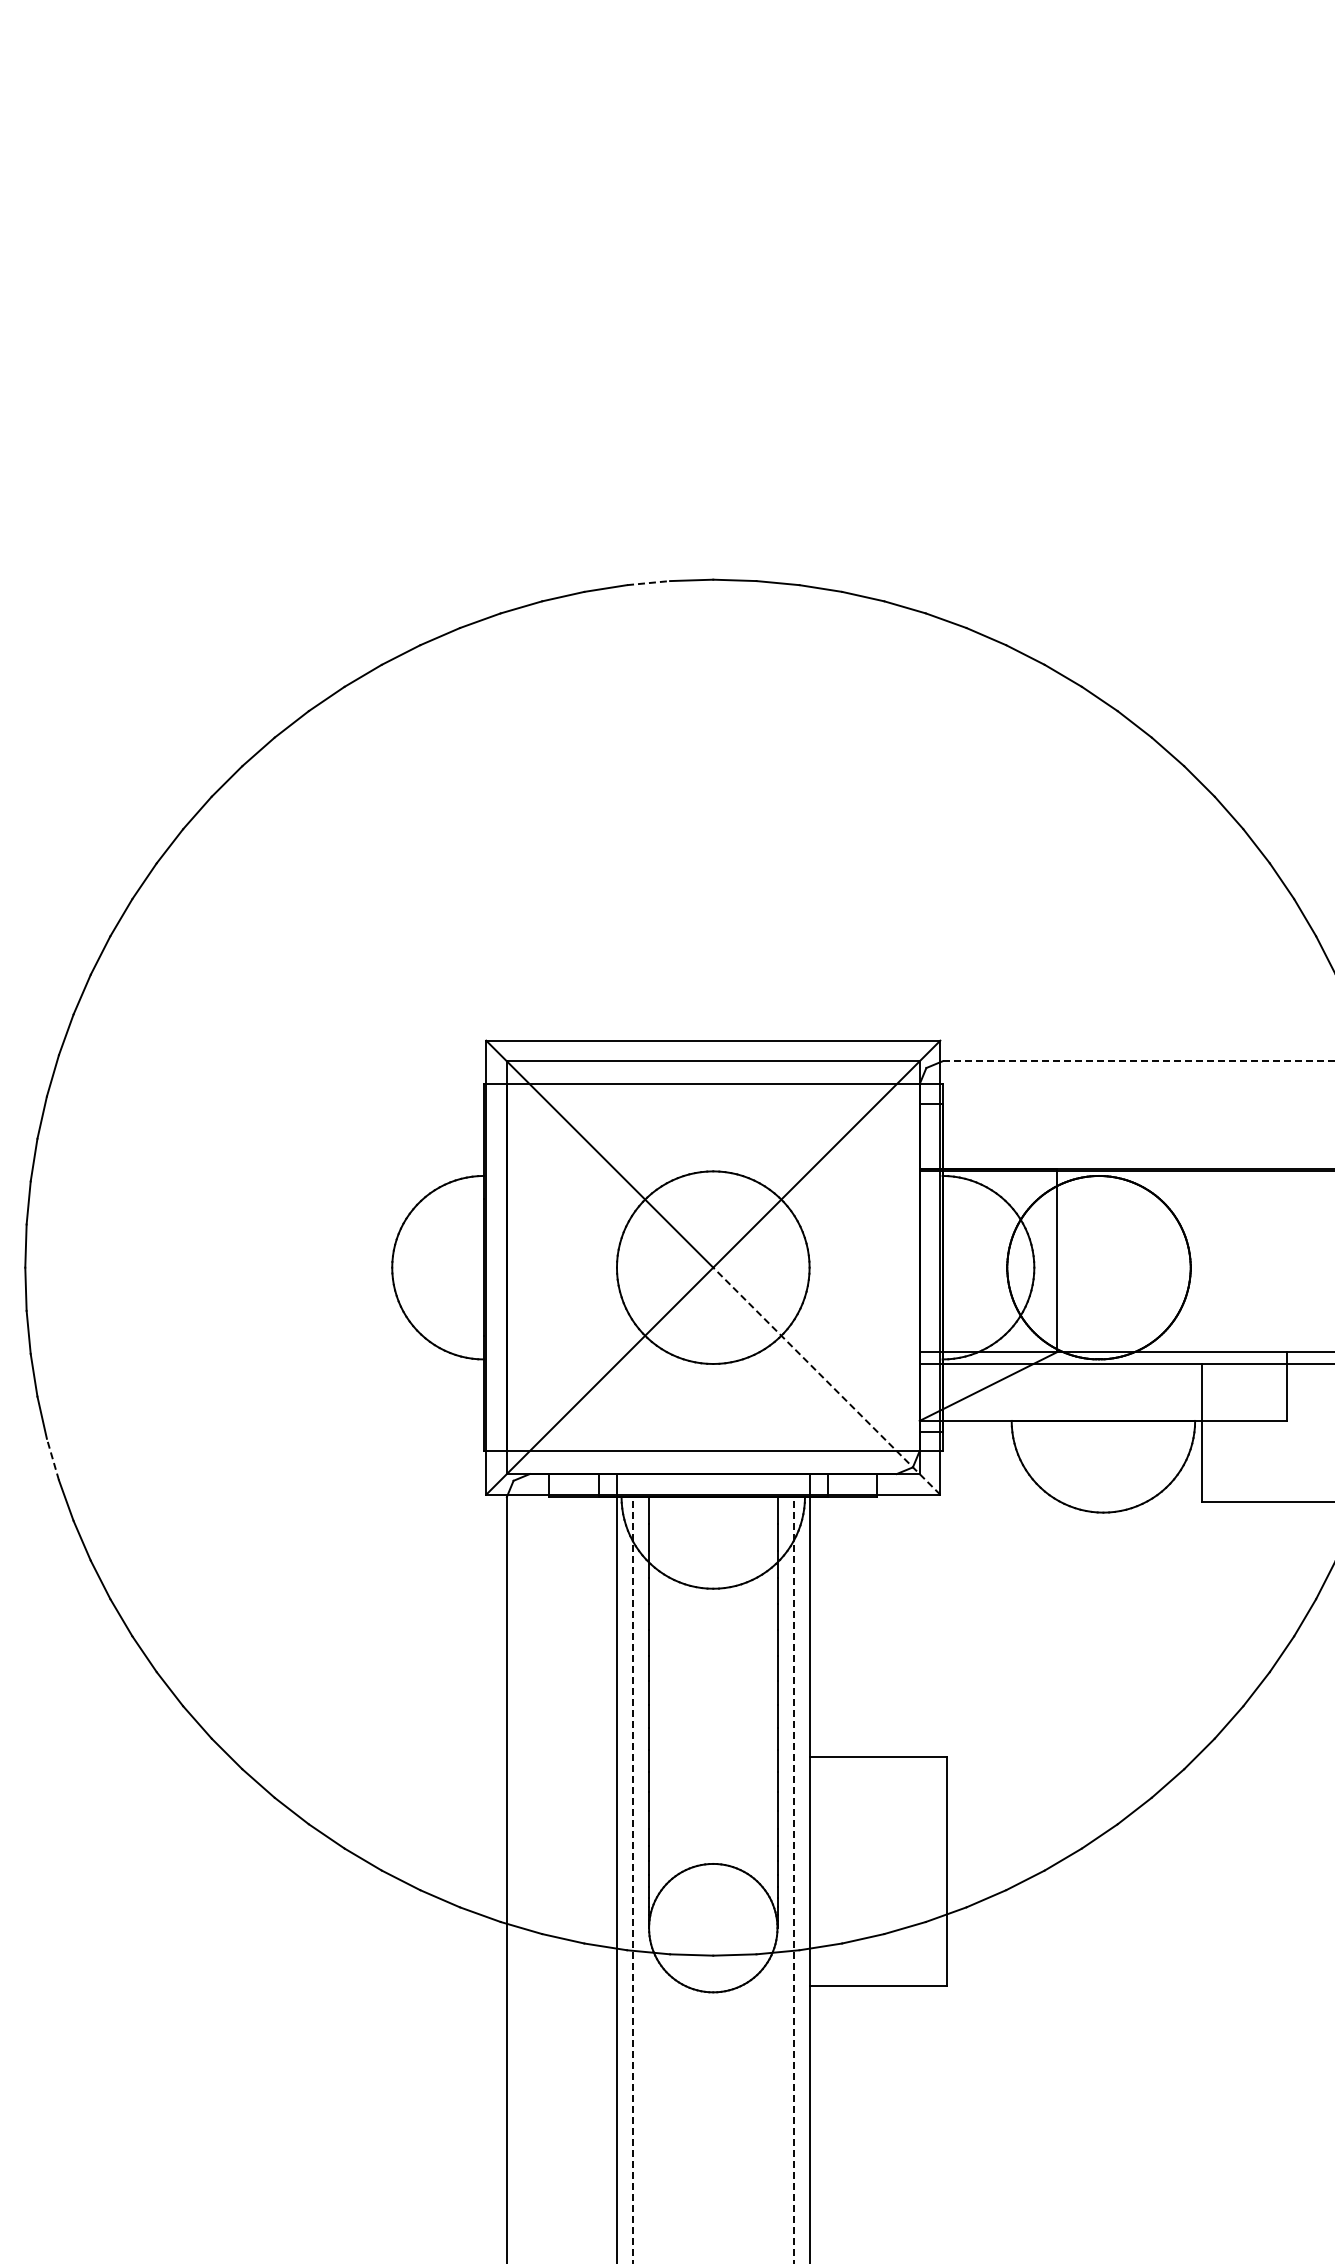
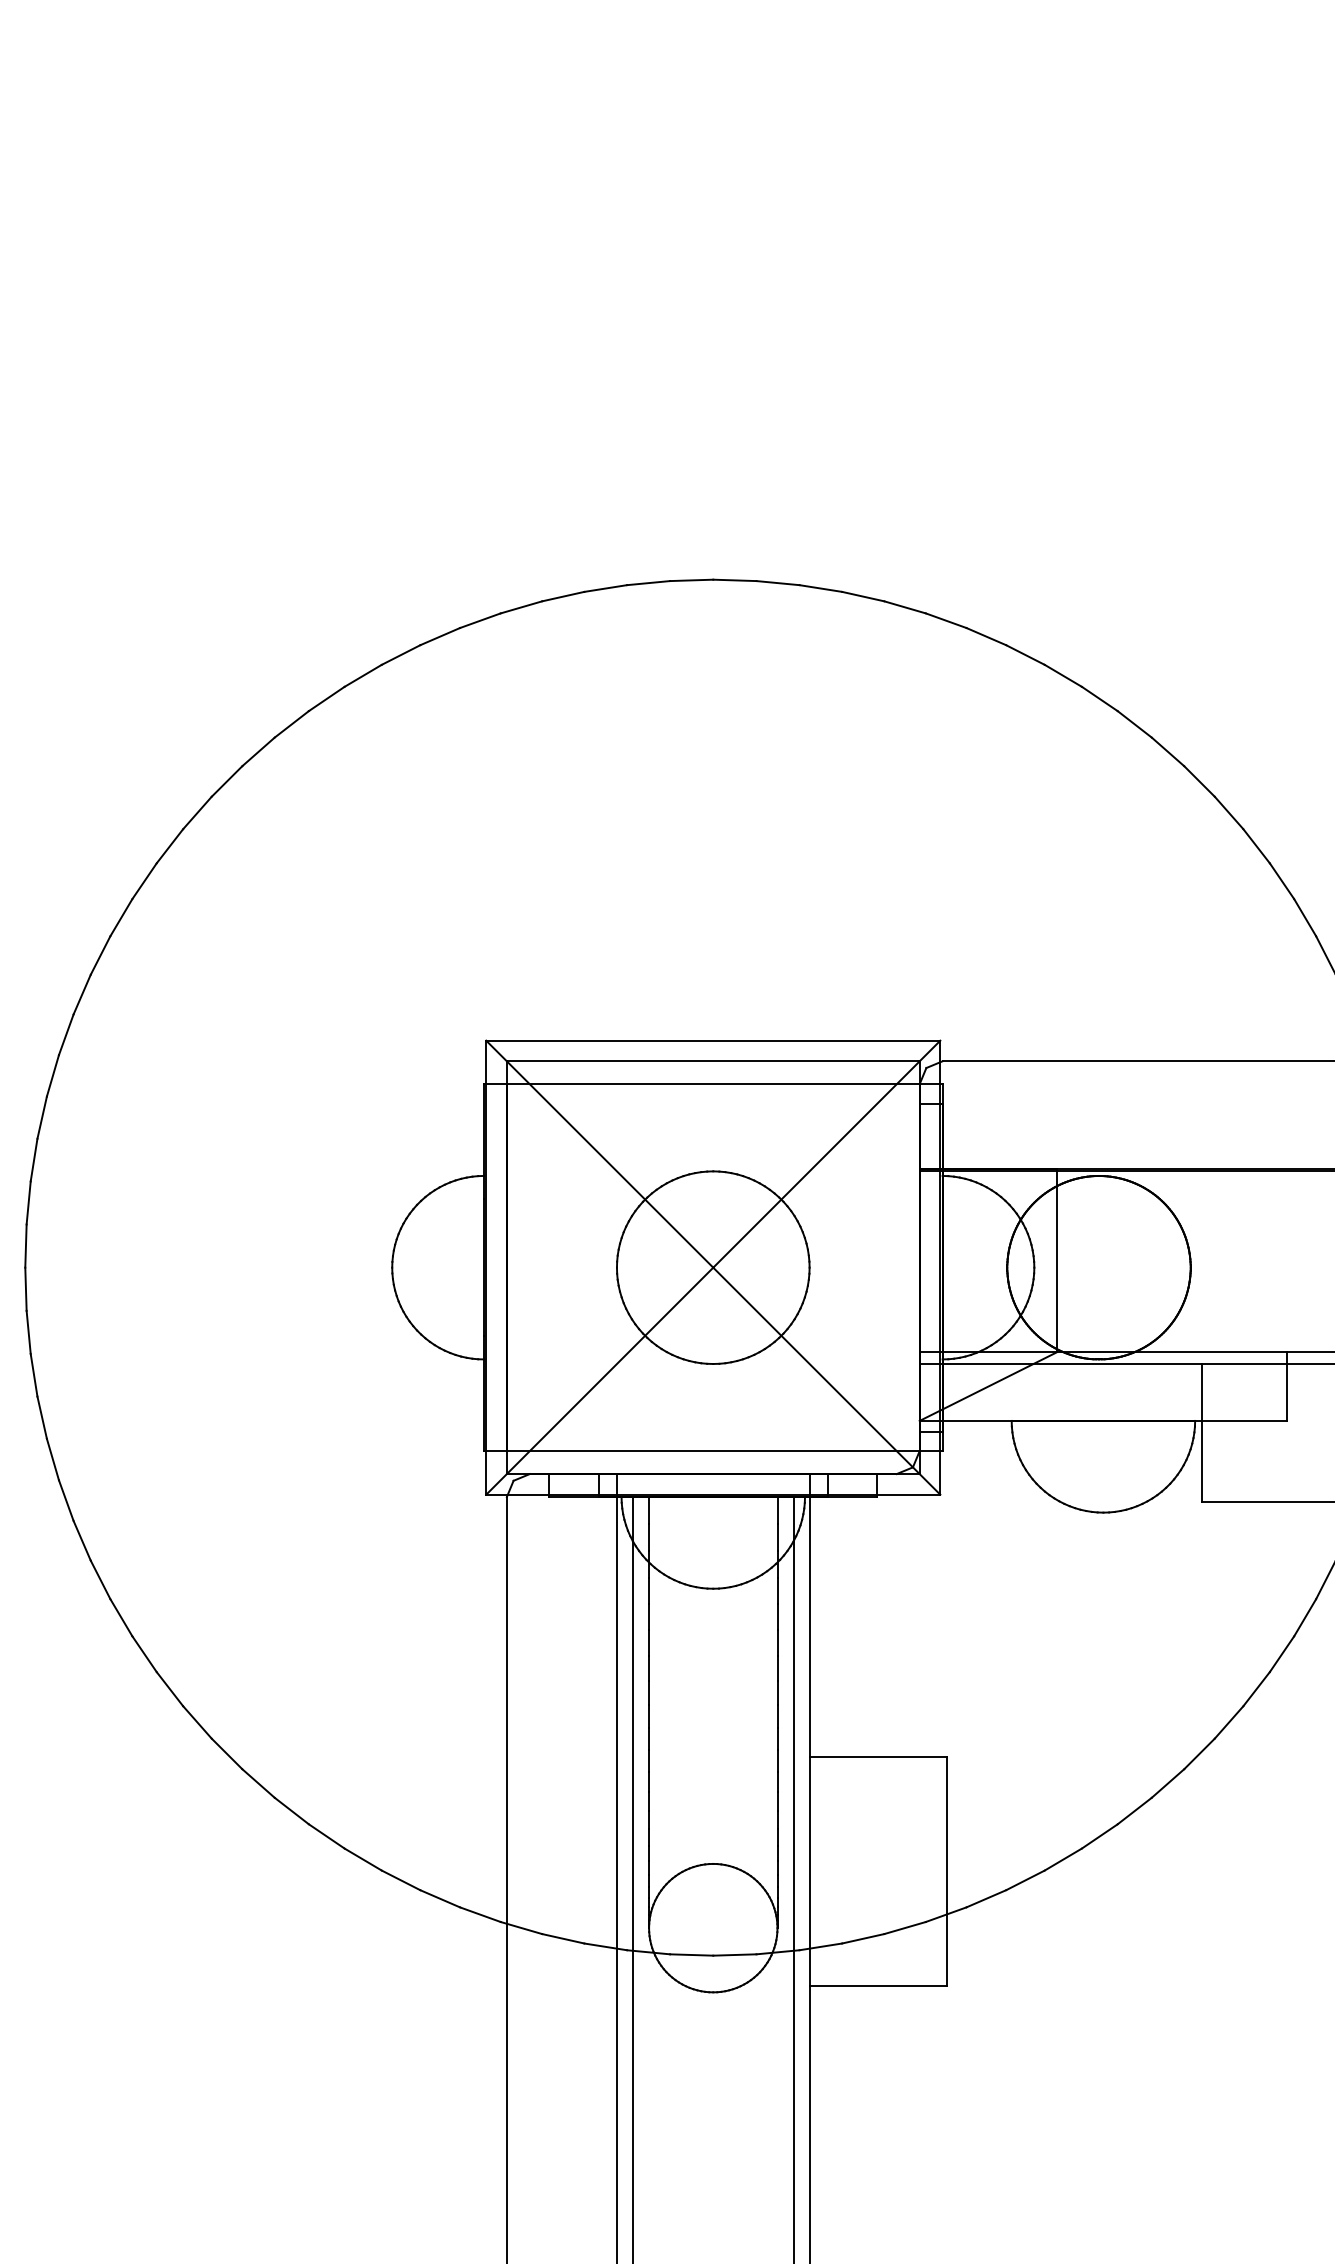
line at (648, 583): dashed -> solid
line at (1138, 1061): dashed -> solid
line at (826, 1381): dashed -> solid
line at (52, 1459): dashed -> solid
line at (633, 1879): dashed -> solid
line at (793, 1879): dashed -> solid
